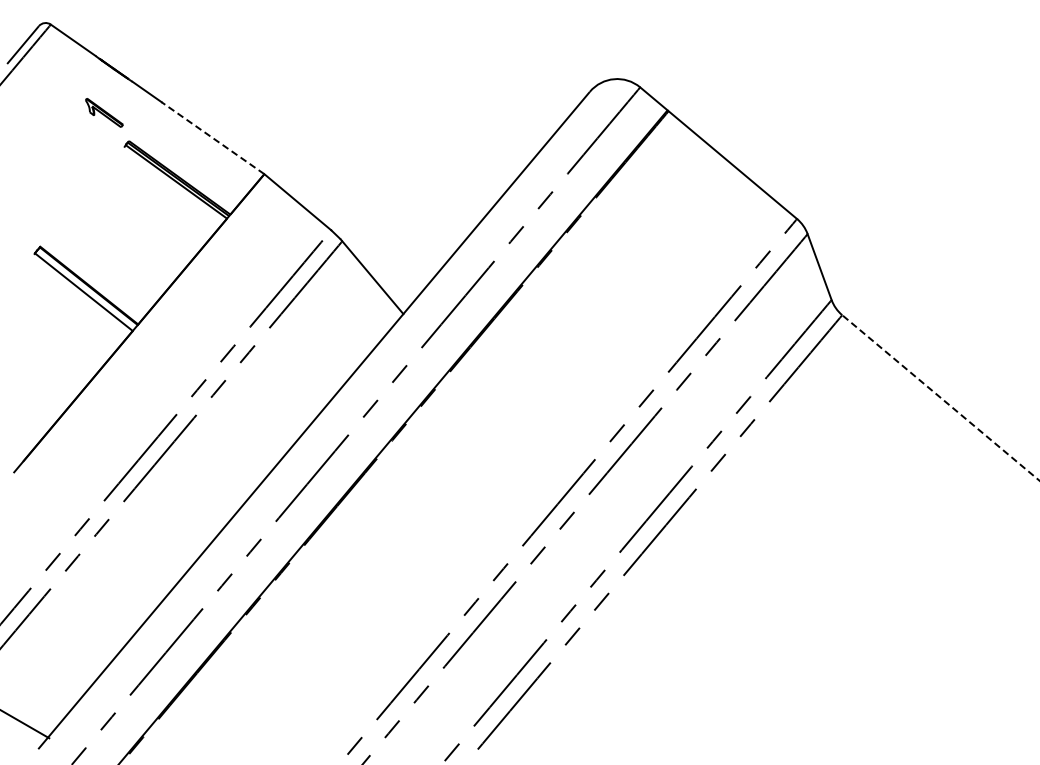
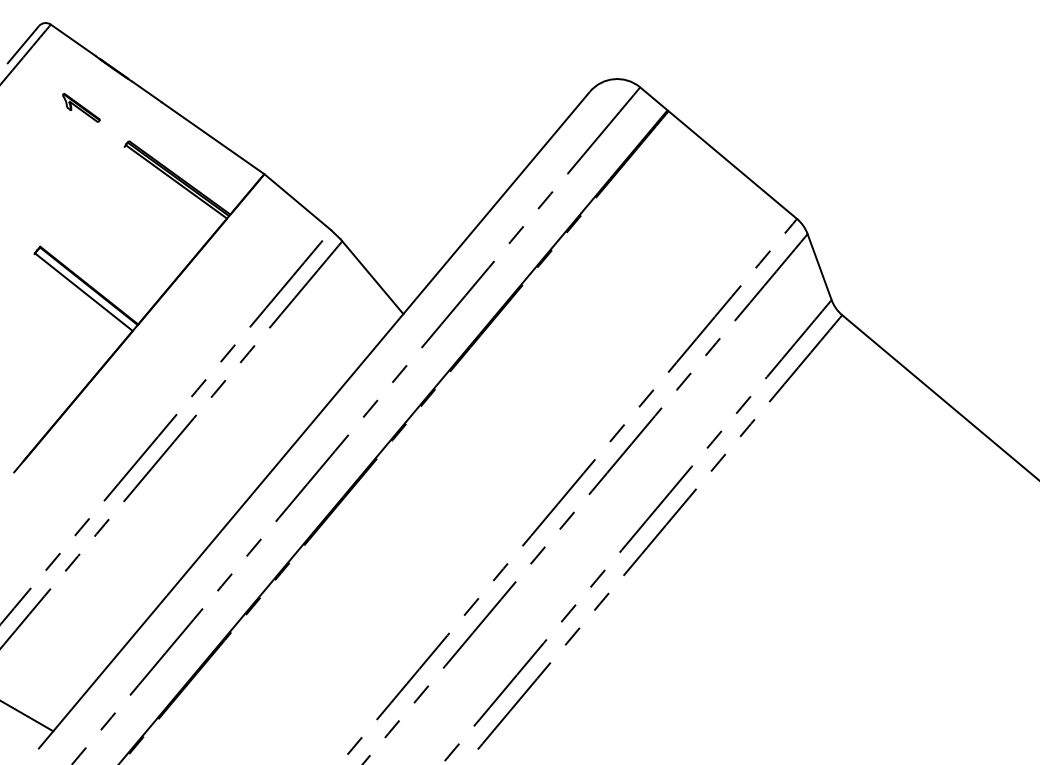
part at (104, 112) position: (104, 112) -> (81, 107)
line at (213, 138): dashed -> solid
line at (941, 398): dashed -> solid
line at (25, 724) position: (25, 724) -> (27, 716)
